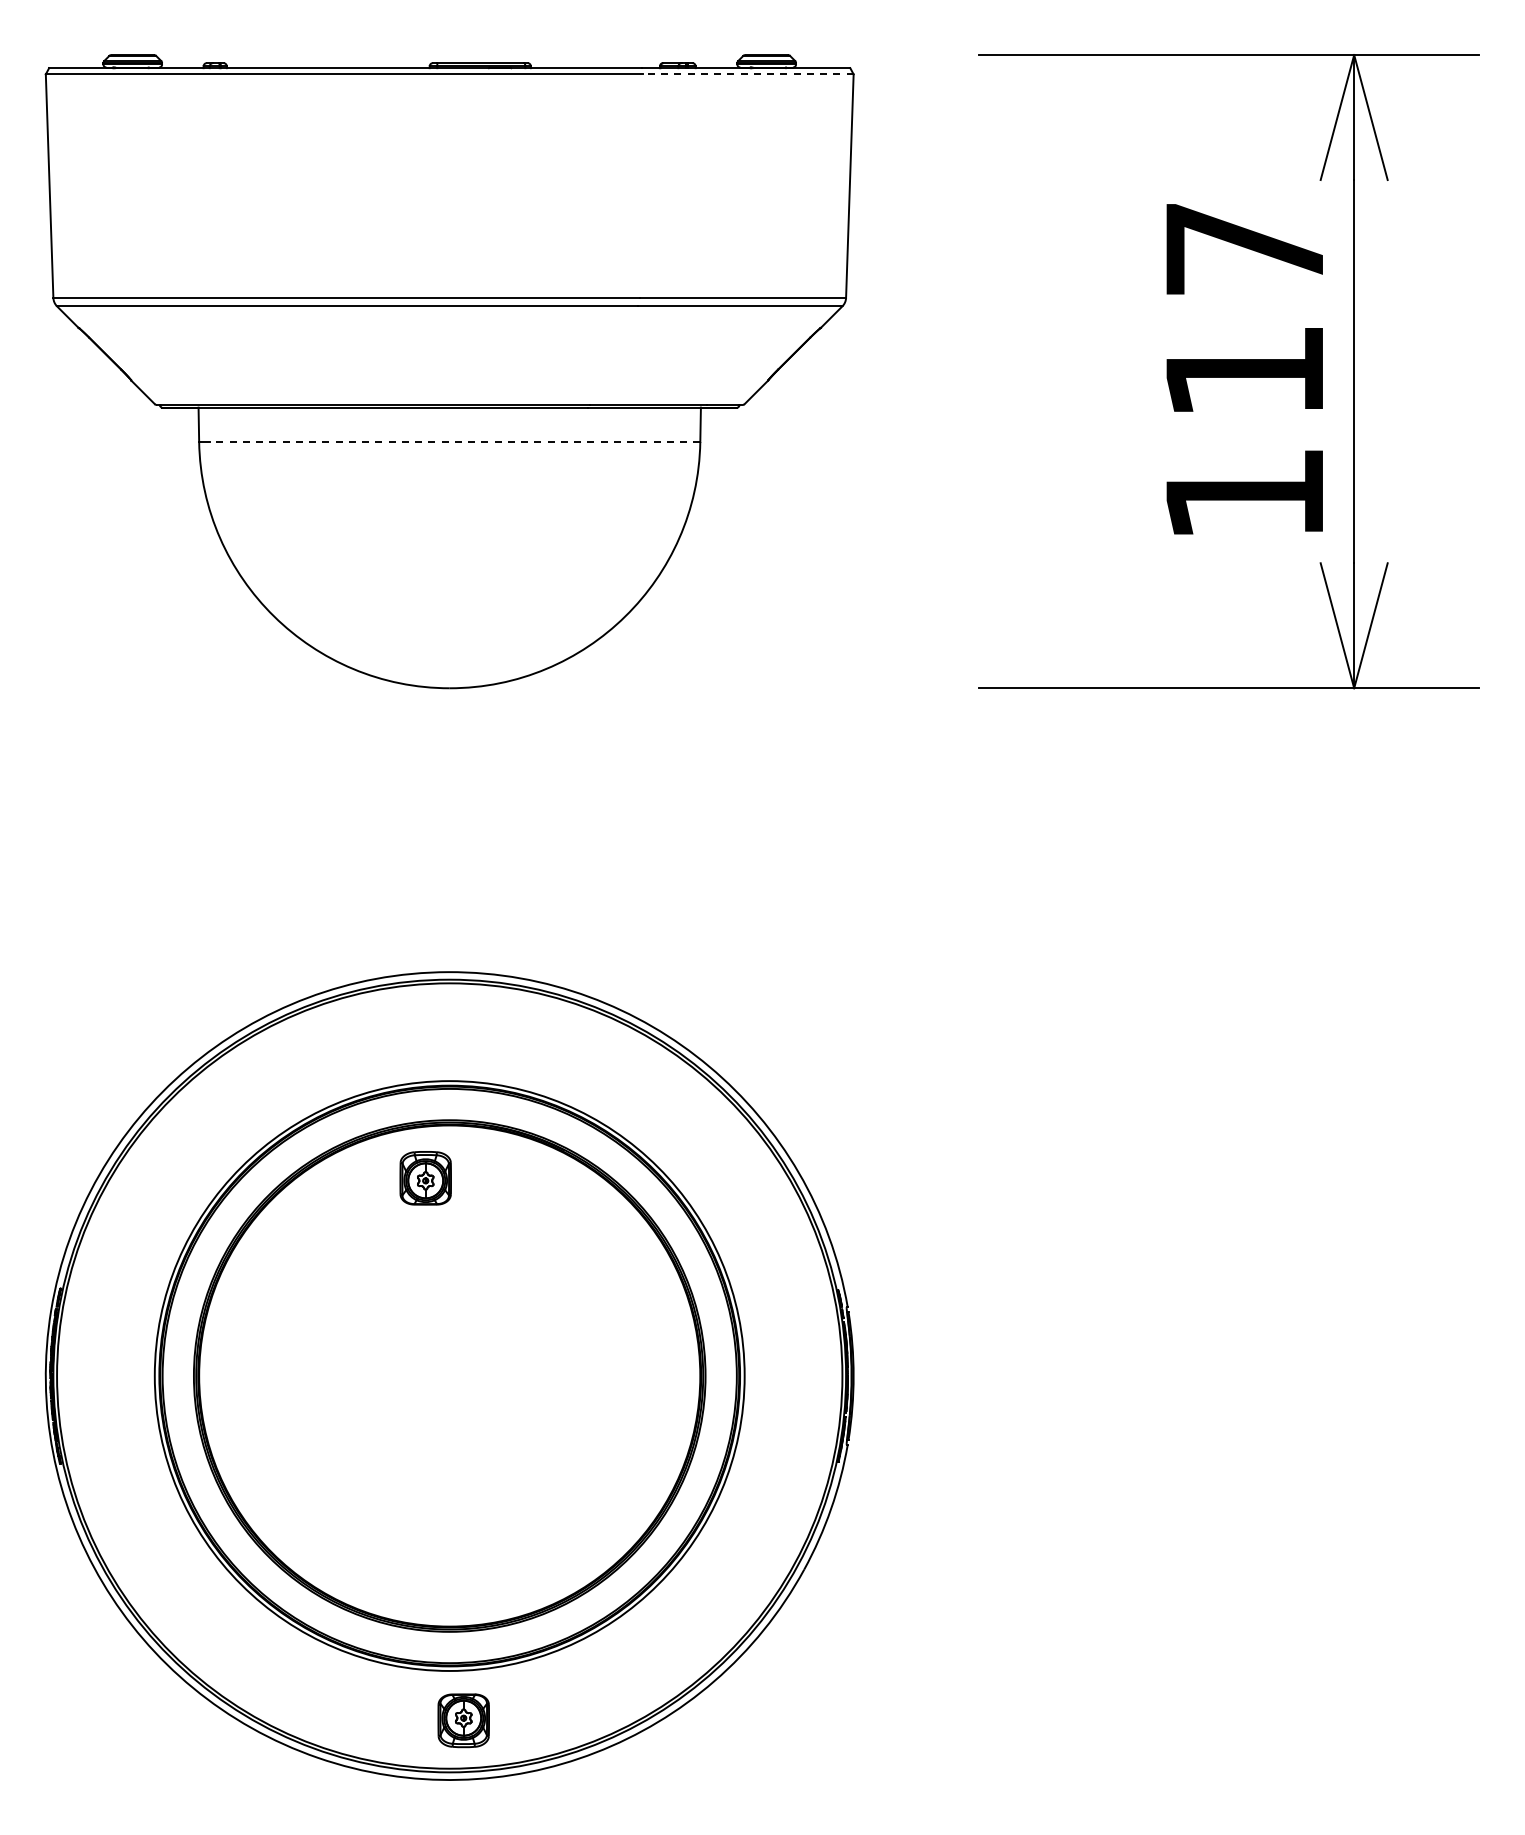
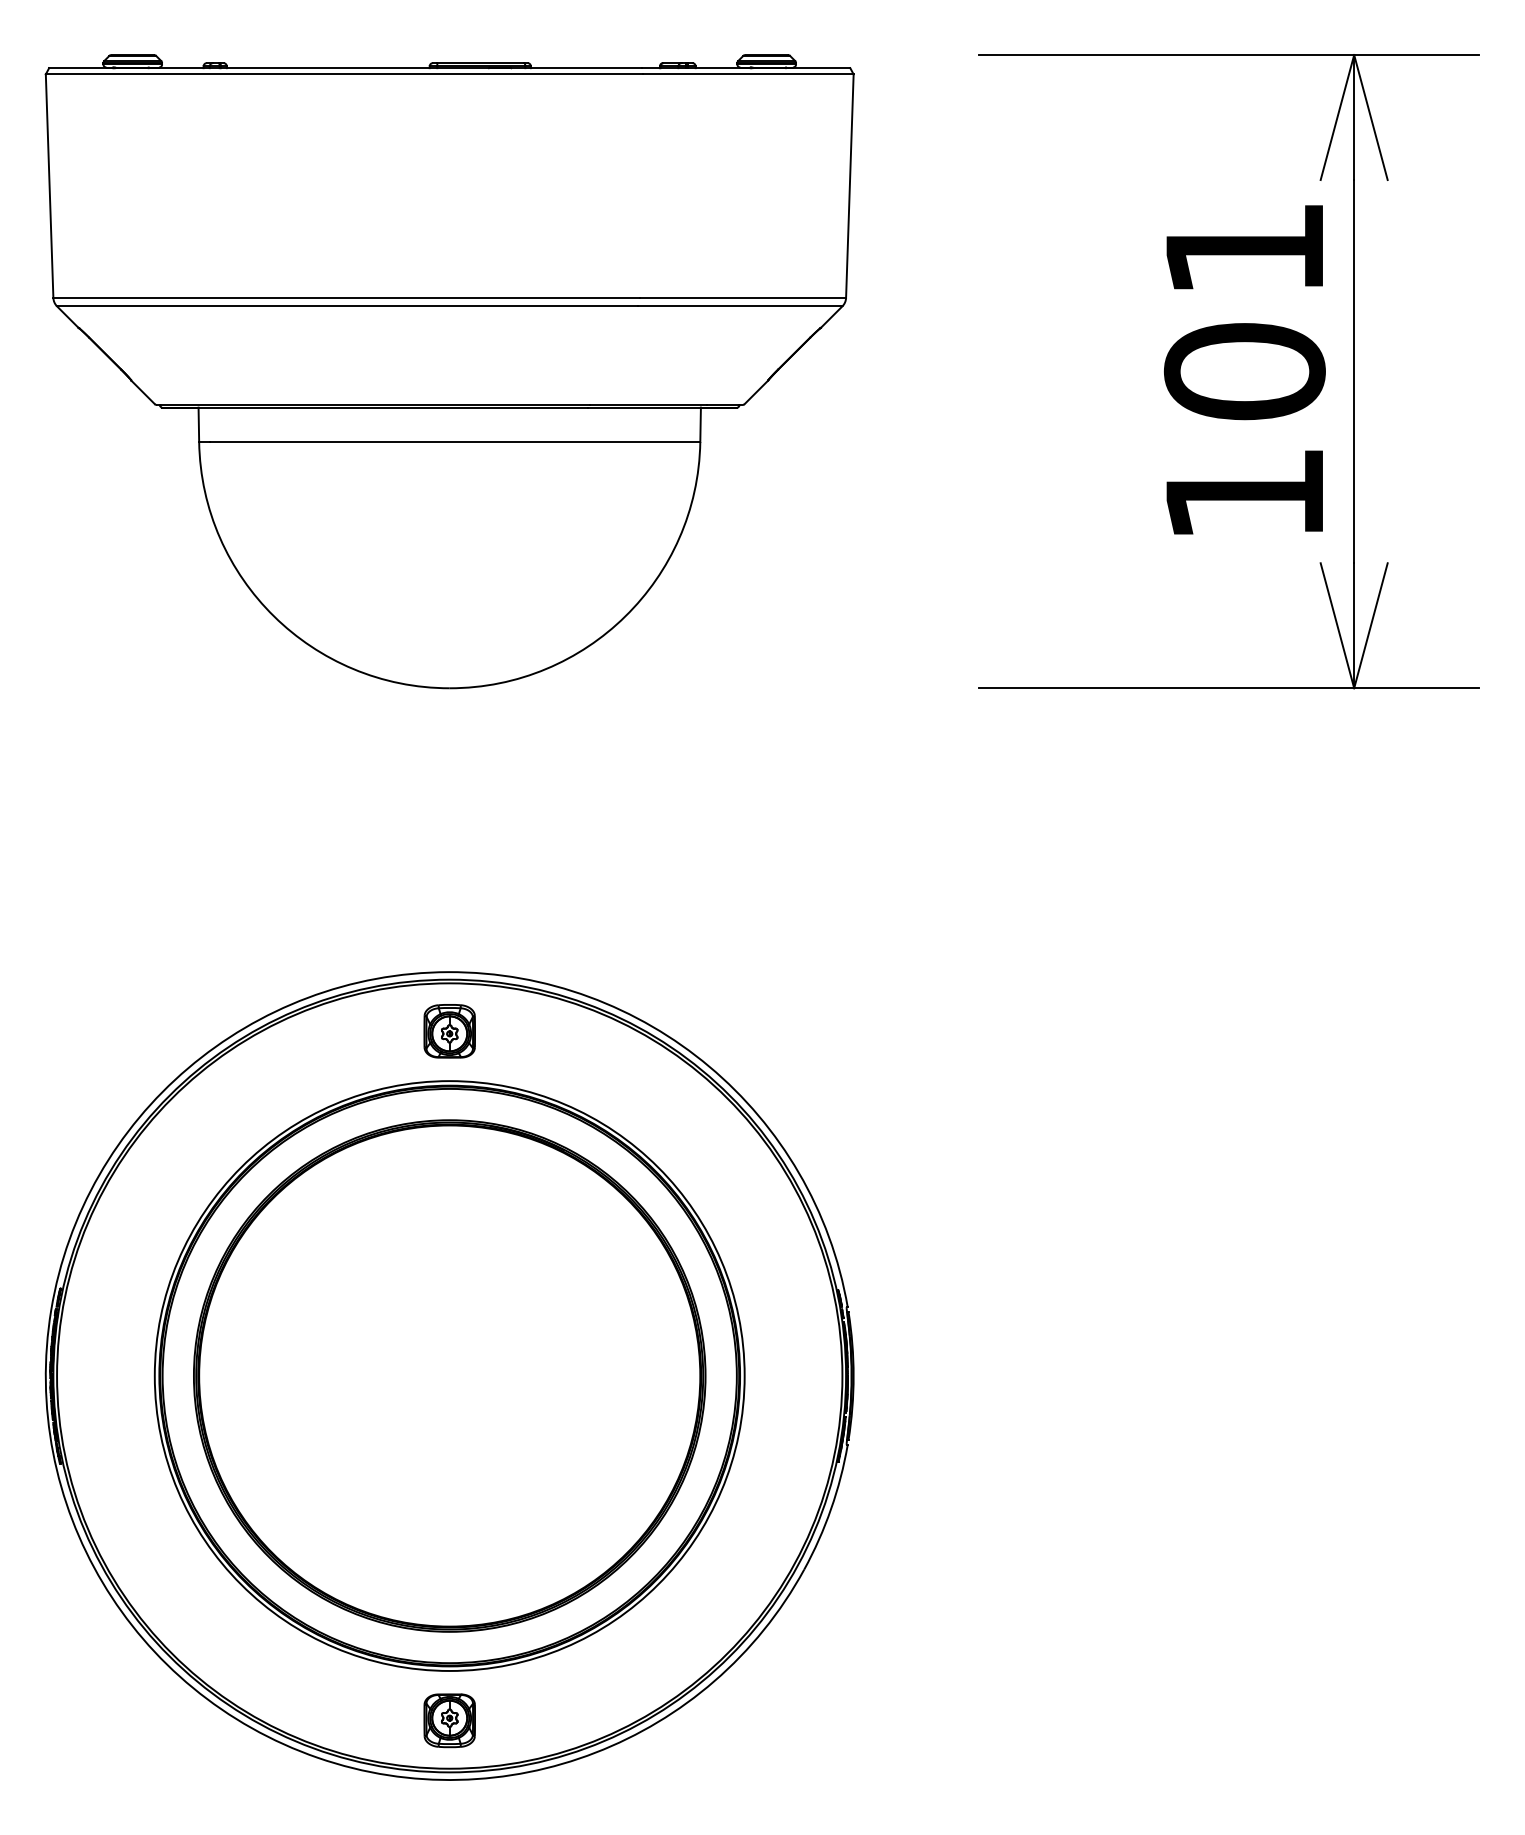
line at (748, 74): dashed -> solid
text at (1244, 312): 117 -> 101
line at (454, 442): dashed -> solid
part at (425, 1178) position: (425, 1178) -> (449, 1031)
part at (463, 1720) position: (463, 1720) -> (449, 1720)
